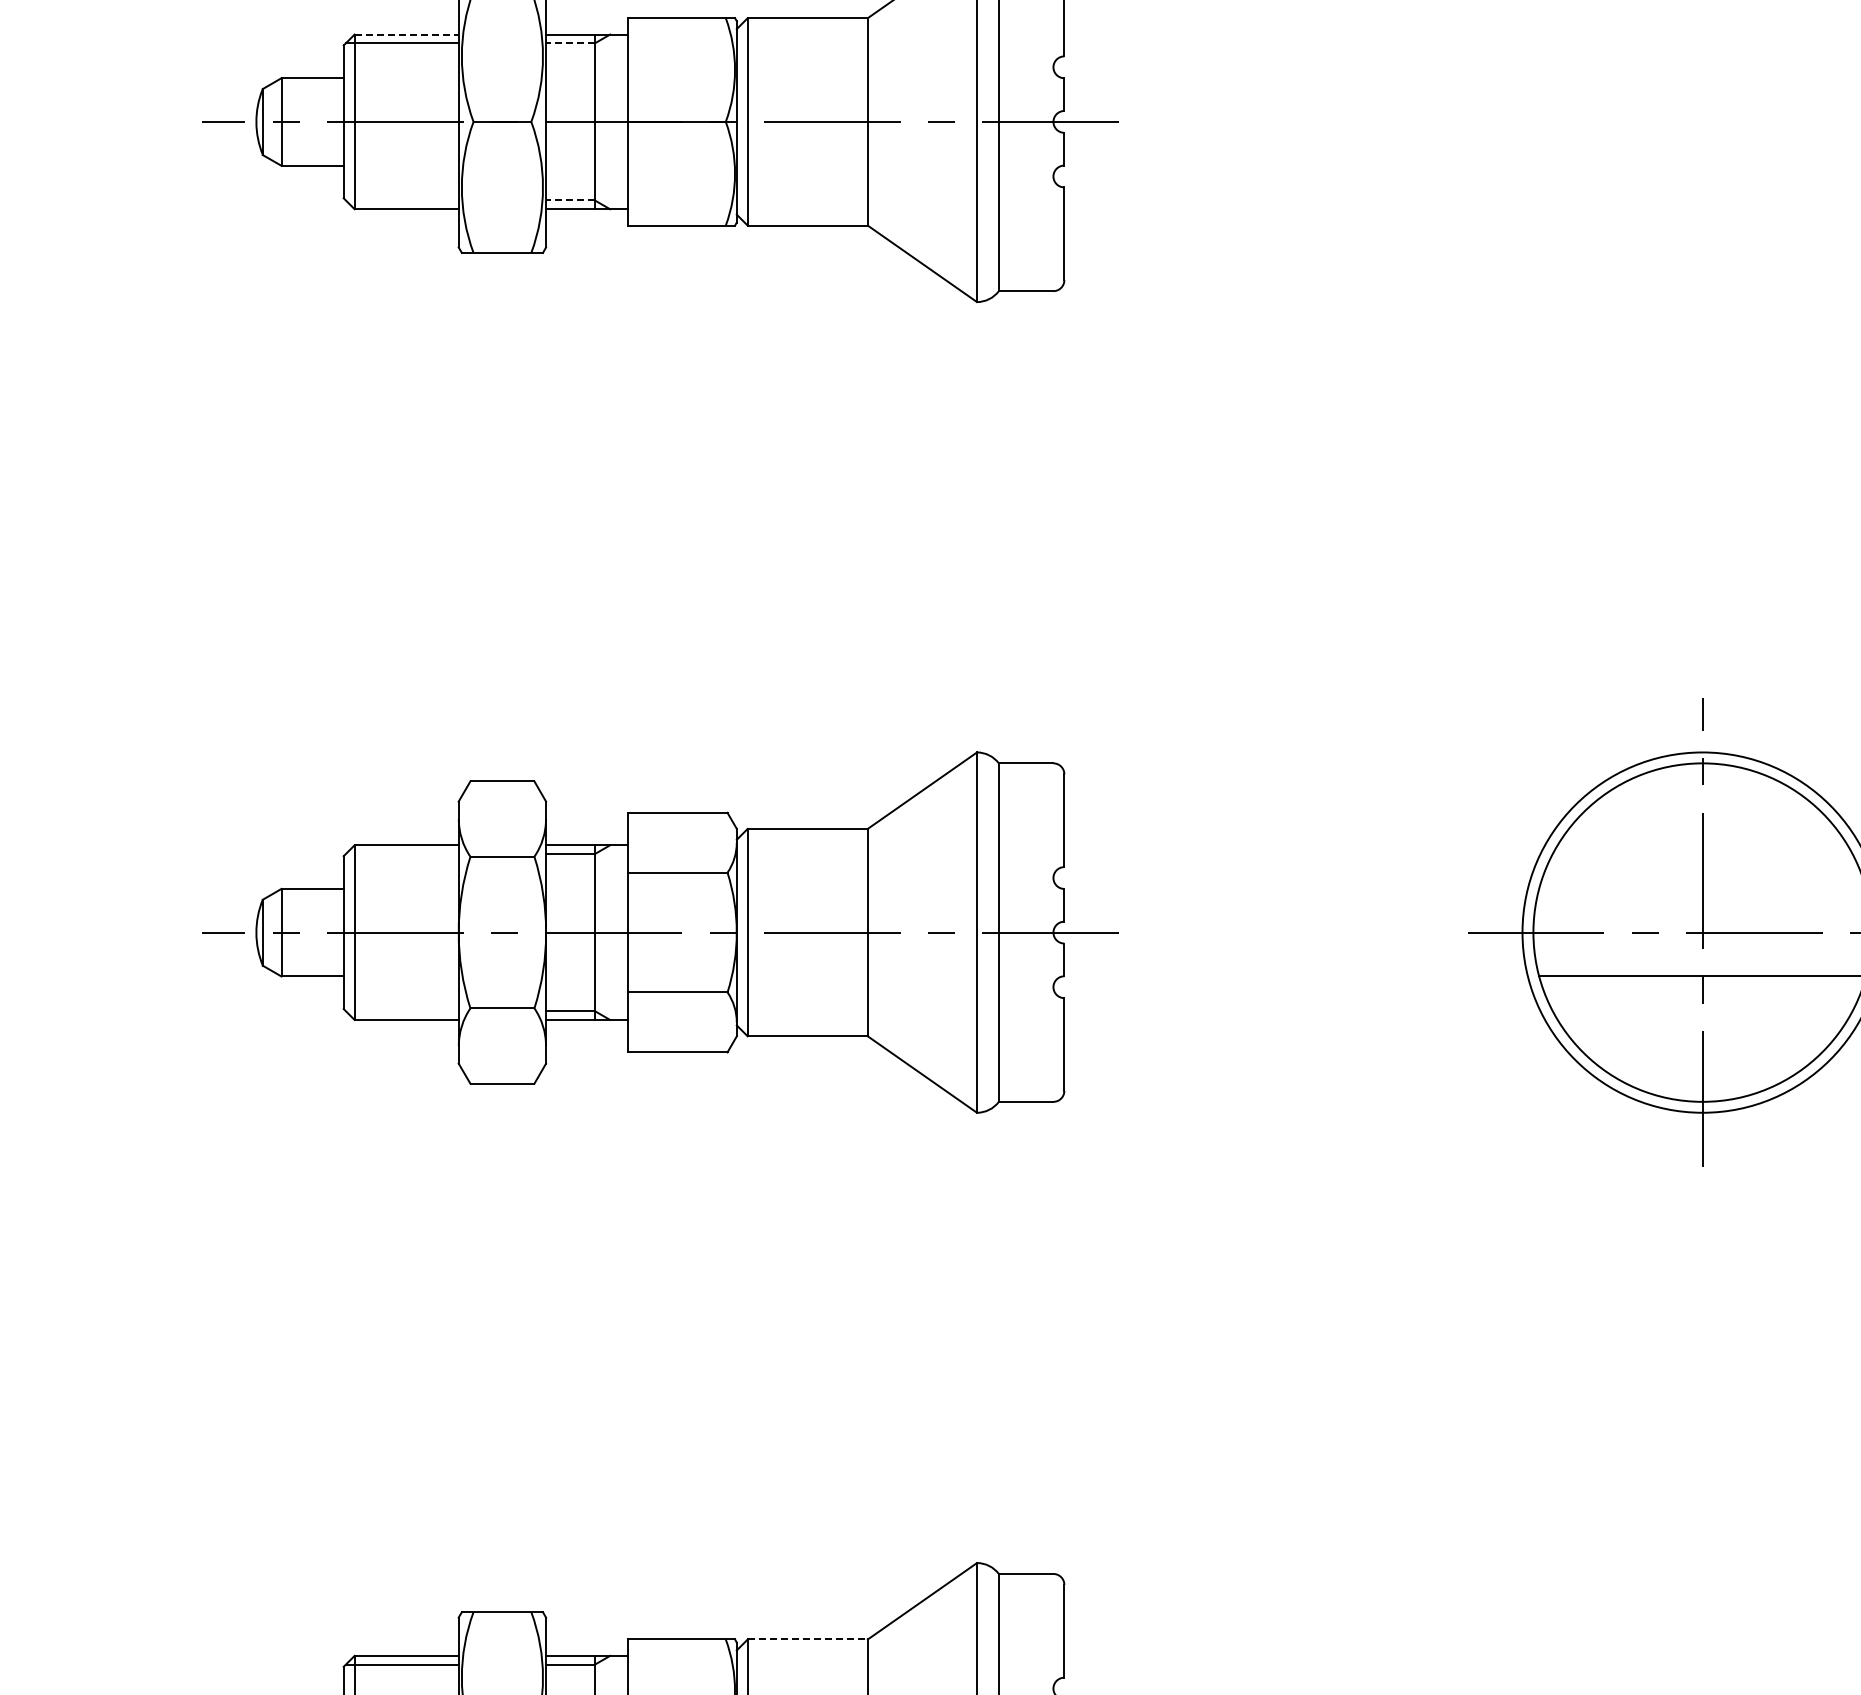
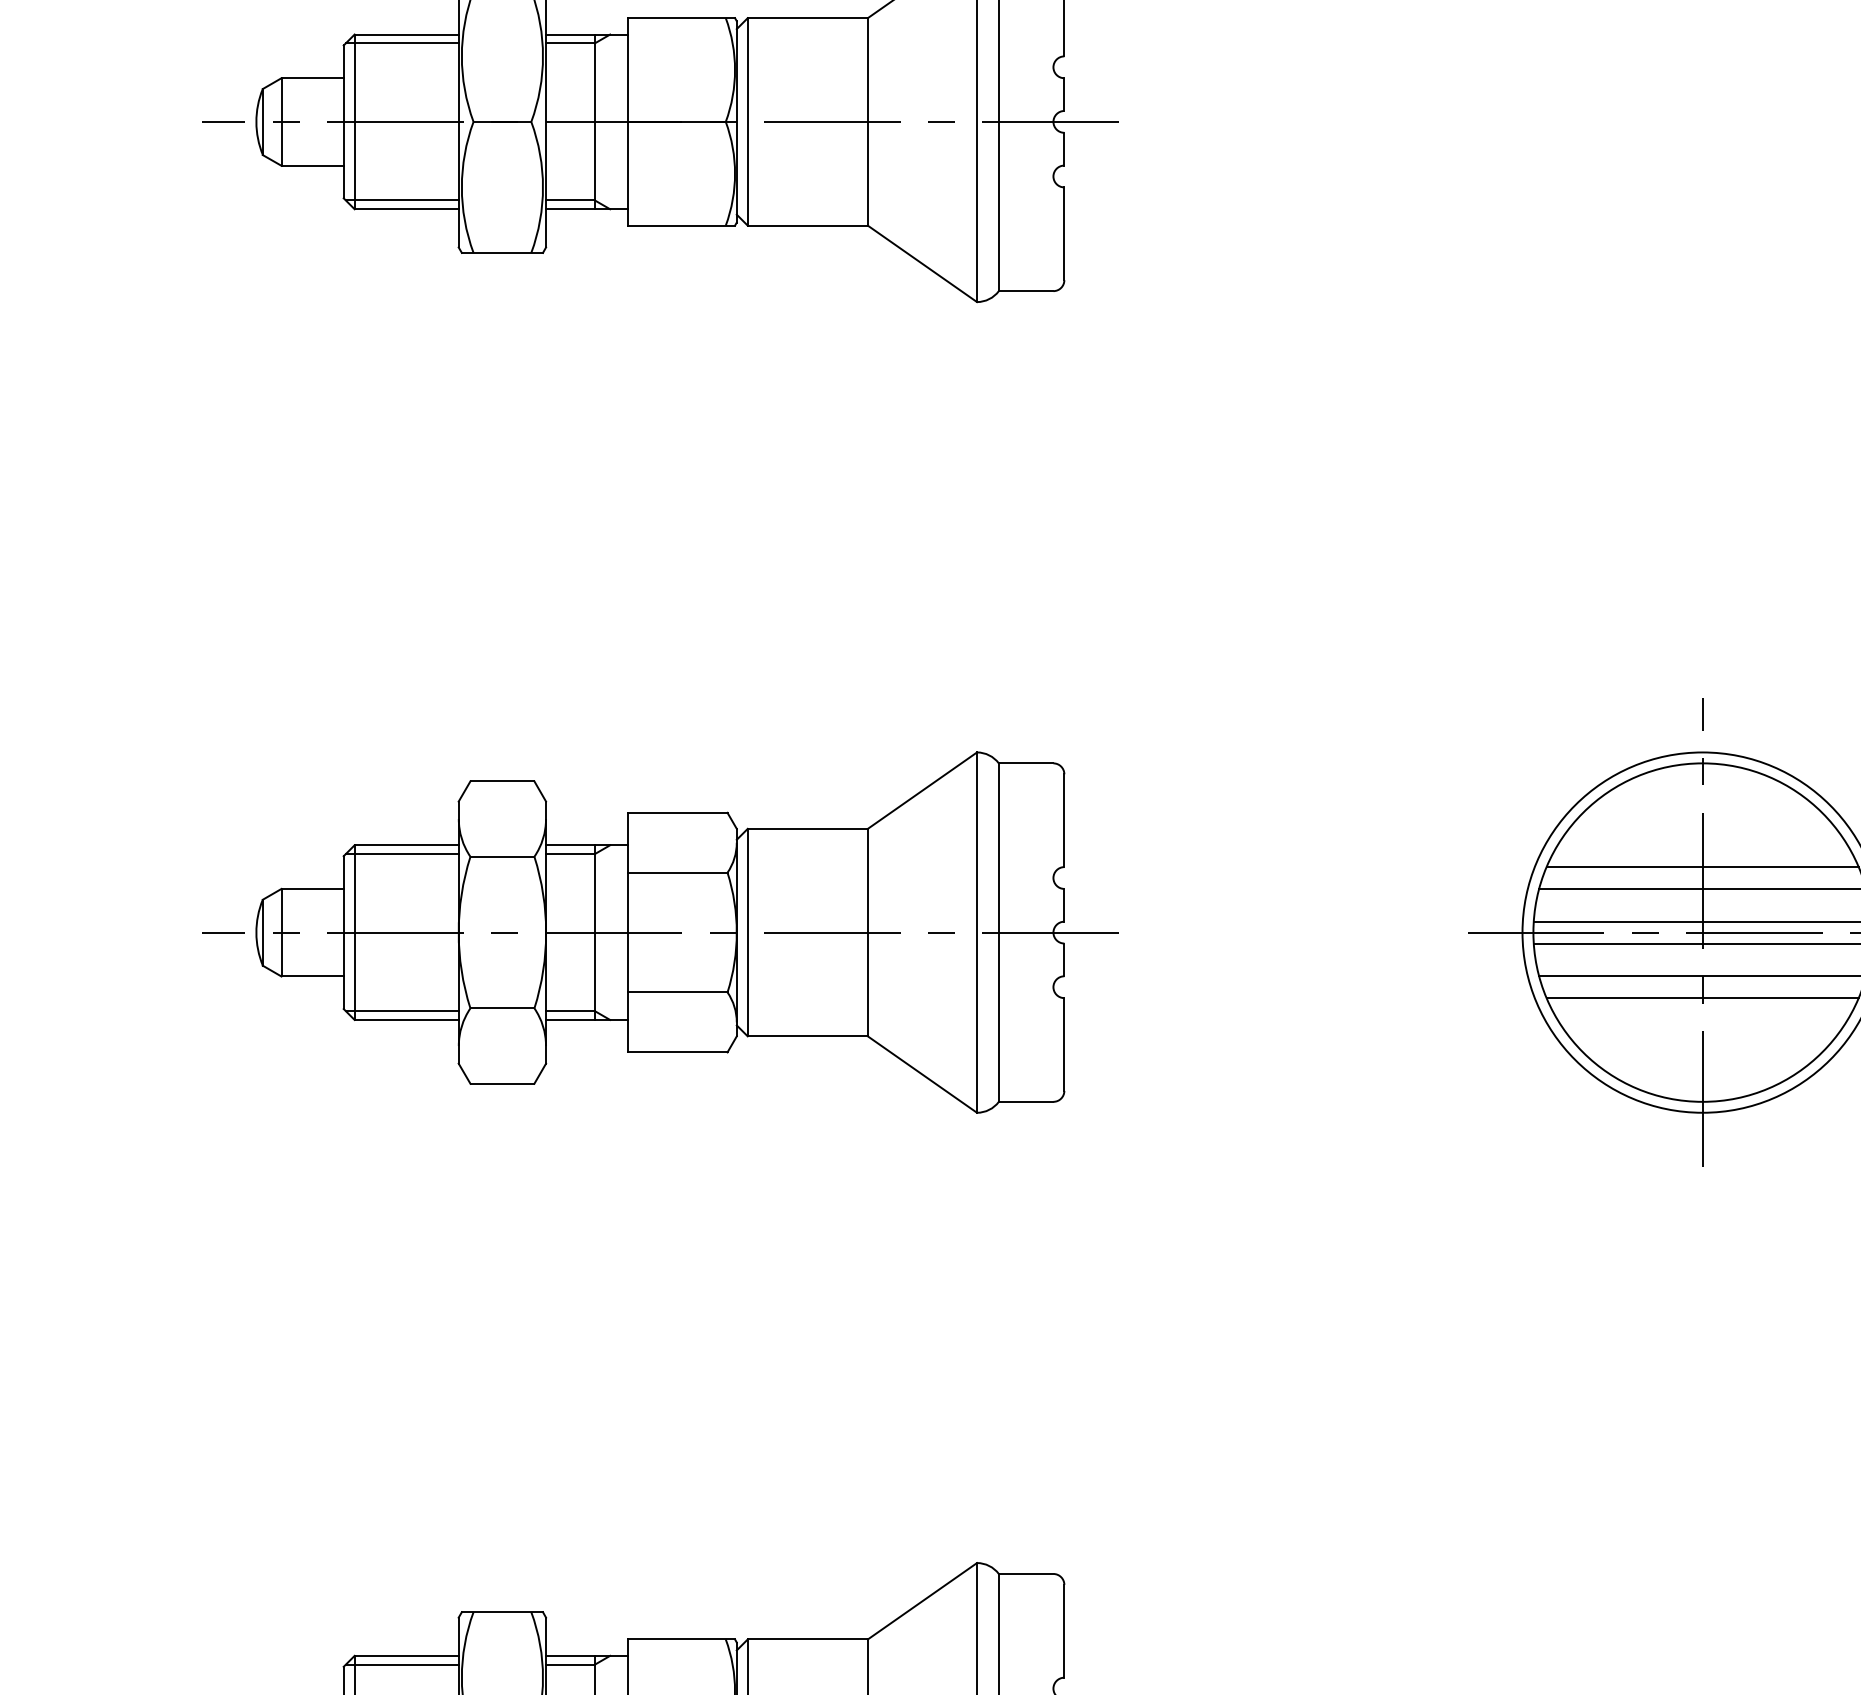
line at (407, 34): dashed -> solid
line at (569, 43): dashed -> solid
line at (401, 200): none -> present
line at (569, 200): dashed -> solid
line at (401, 854): none -> present
line at (1701, 867): none -> present
line at (1698, 888): none -> present
line at (1695, 921): none -> present
line at (1695, 943): none -> present
line at (1701, 998): none -> present
line at (401, 1011): none -> present
line at (808, 1639): dashed -> solid
